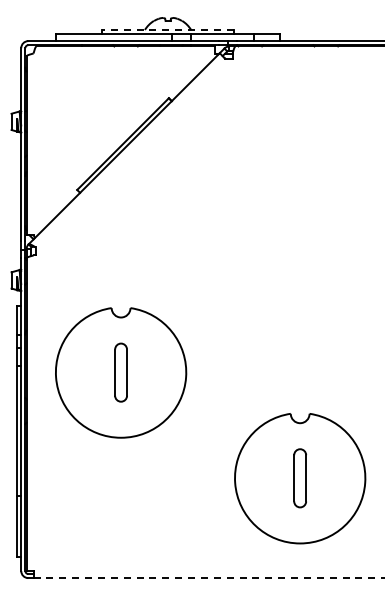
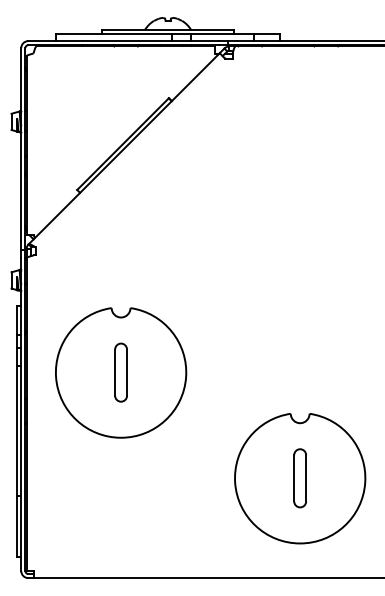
line at (168, 29): dashed -> solid
line at (209, 578): dashed -> solid
